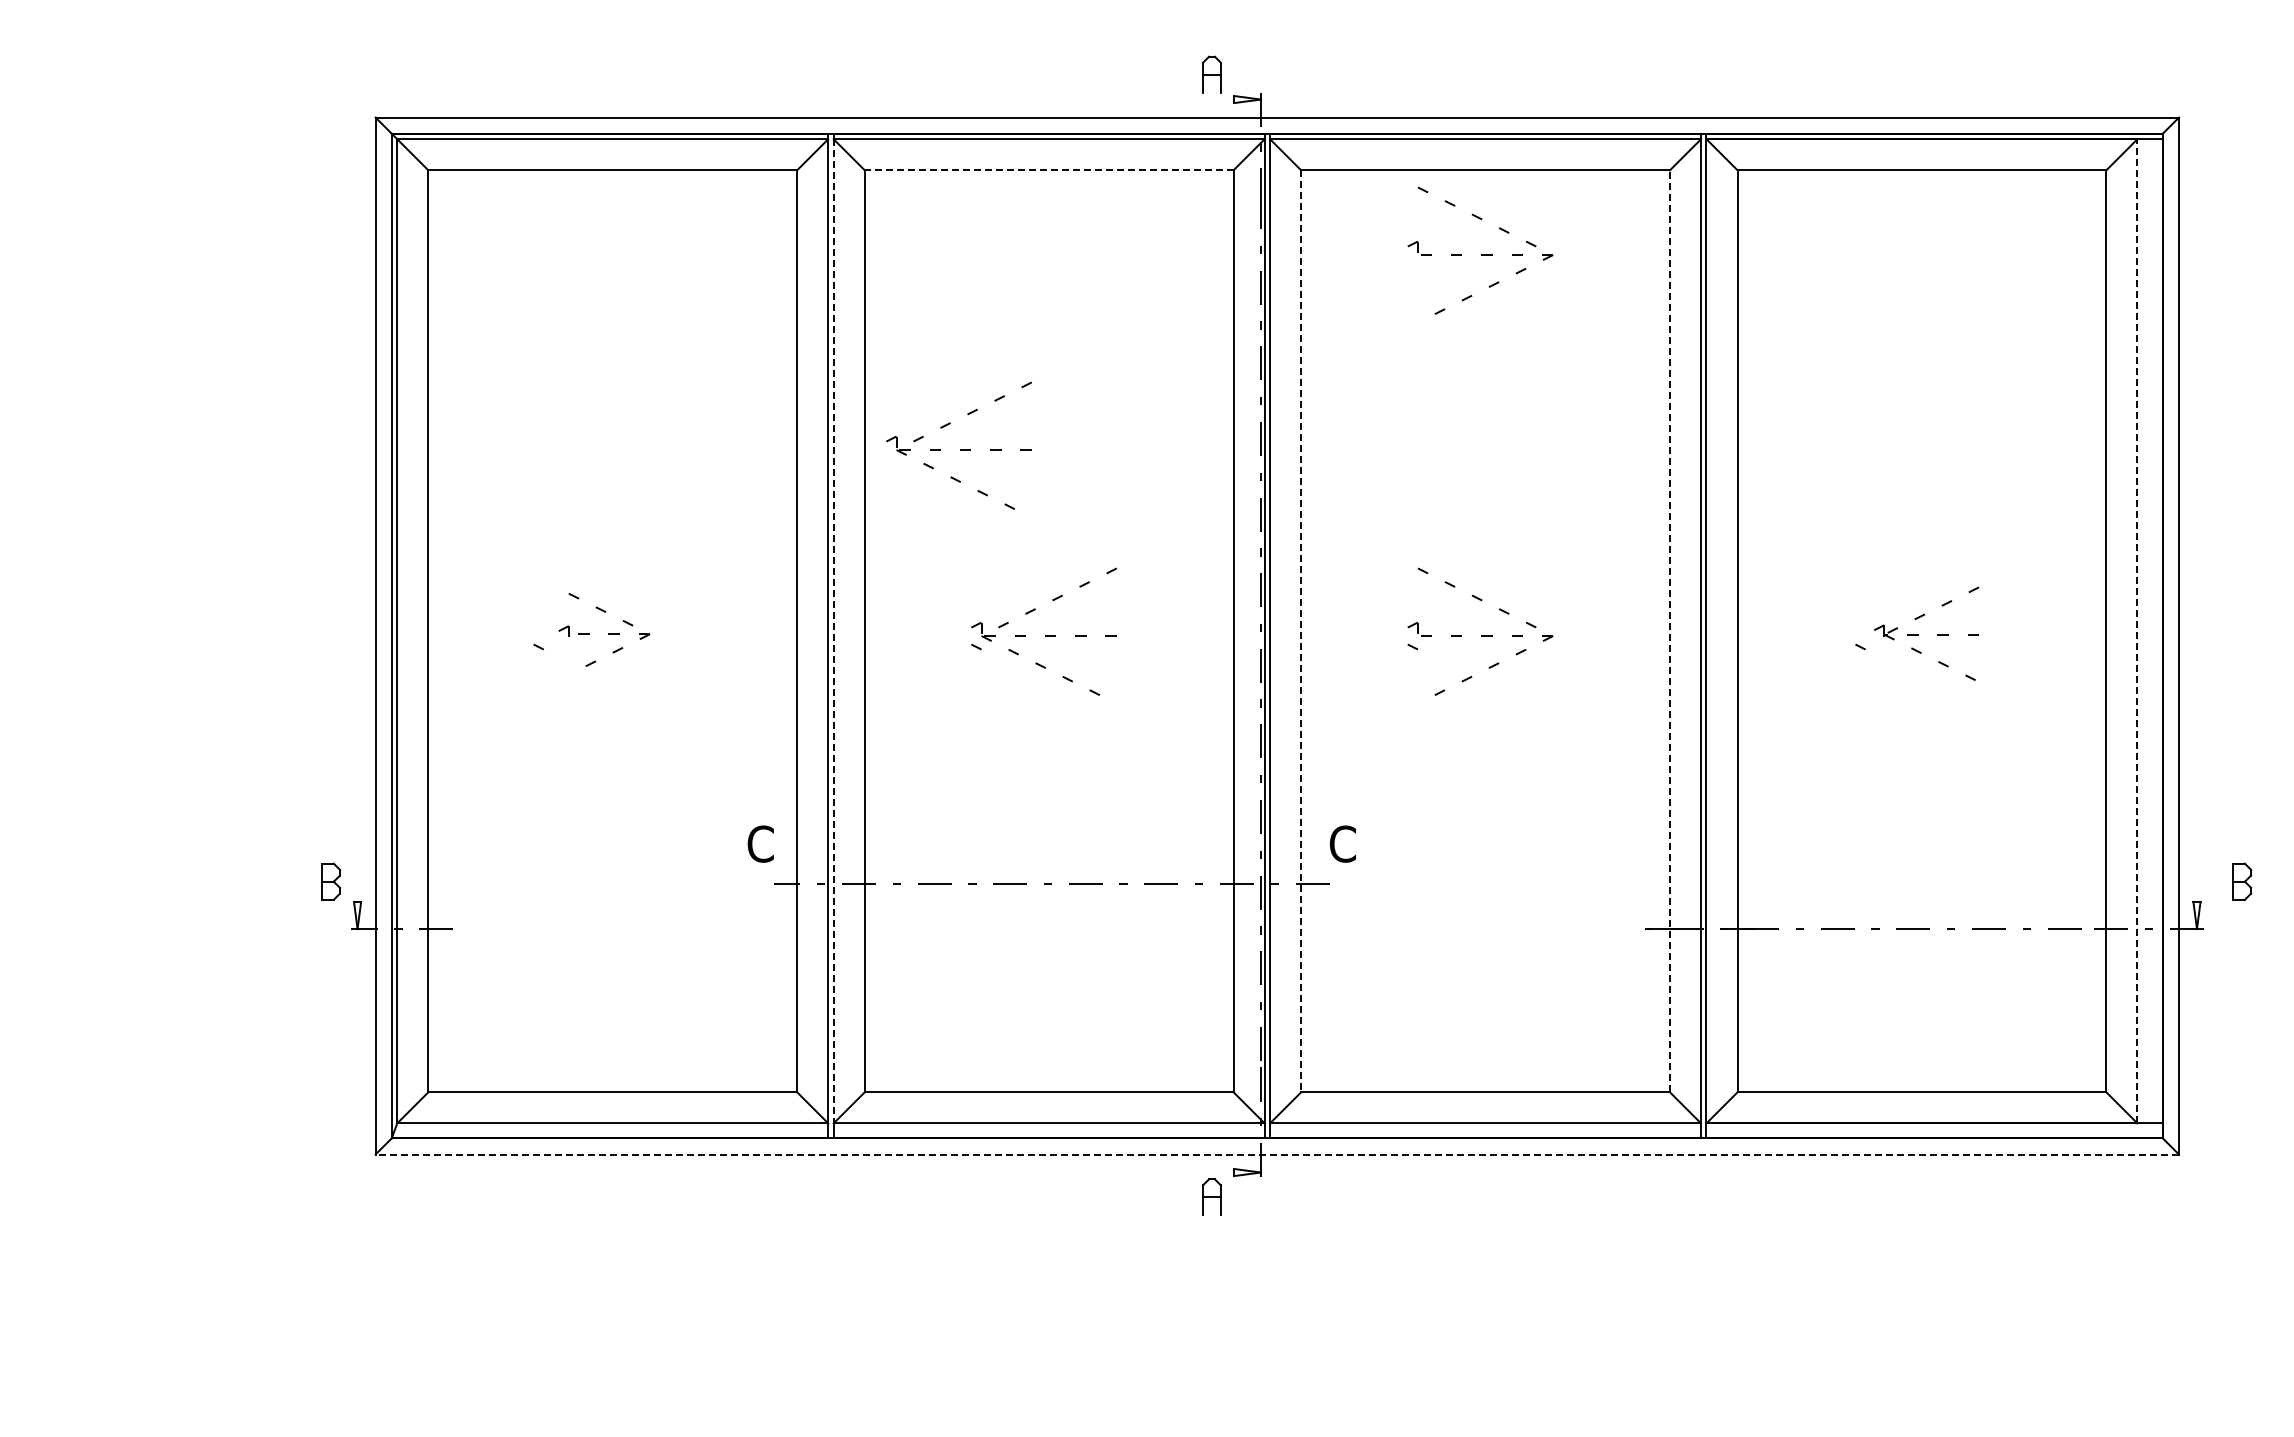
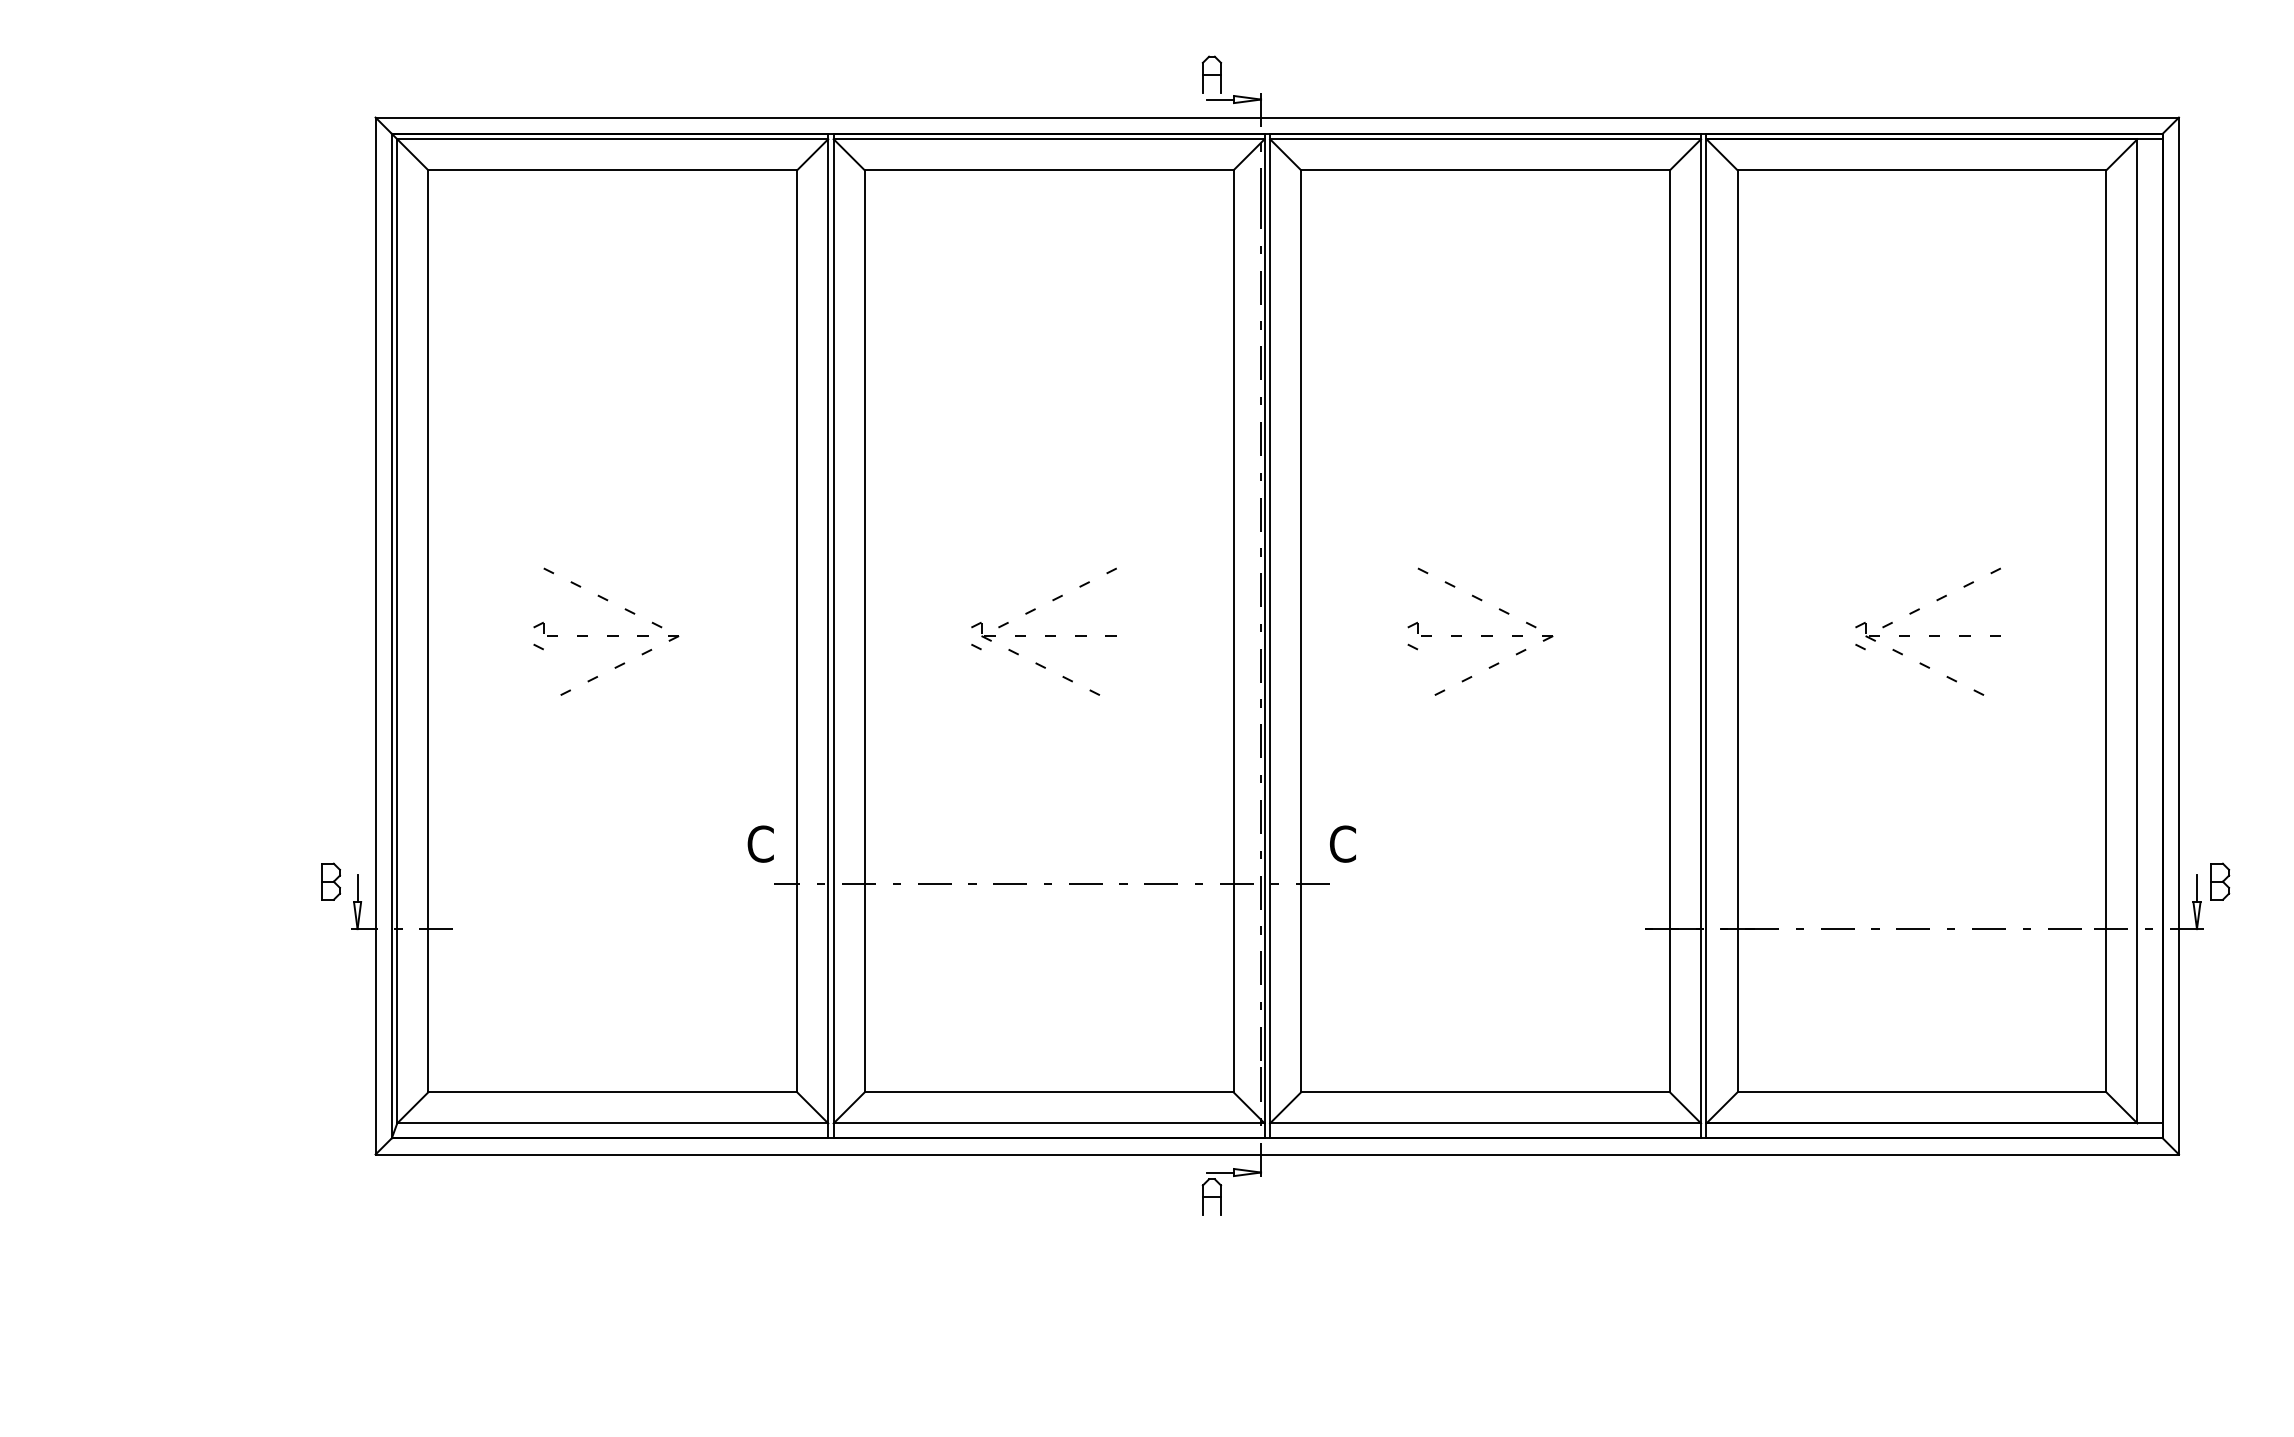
line at (1220, 99): none -> present
line at (1048, 170): dashed -> solid
part at (1480, 250): present -> none
part at (958, 445): present -> none
part at (604, 629) size: 93x74 px -> 147x129 px
line at (2137, 630): dashed -> solid
line at (833, 631): dashed -> solid
line at (1301, 631): dashed -> solid
line at (1669, 631): dashed -> solid
part at (1926, 633) size: 106x95 px -> 146x129 px
part at (2242, 881) position: (2242, 881) -> (2220, 881)
line at (357, 888): none -> present
line at (2196, 888): none -> present
line at (1277, 1154): dashed -> solid
line at (1220, 1172): none -> present
